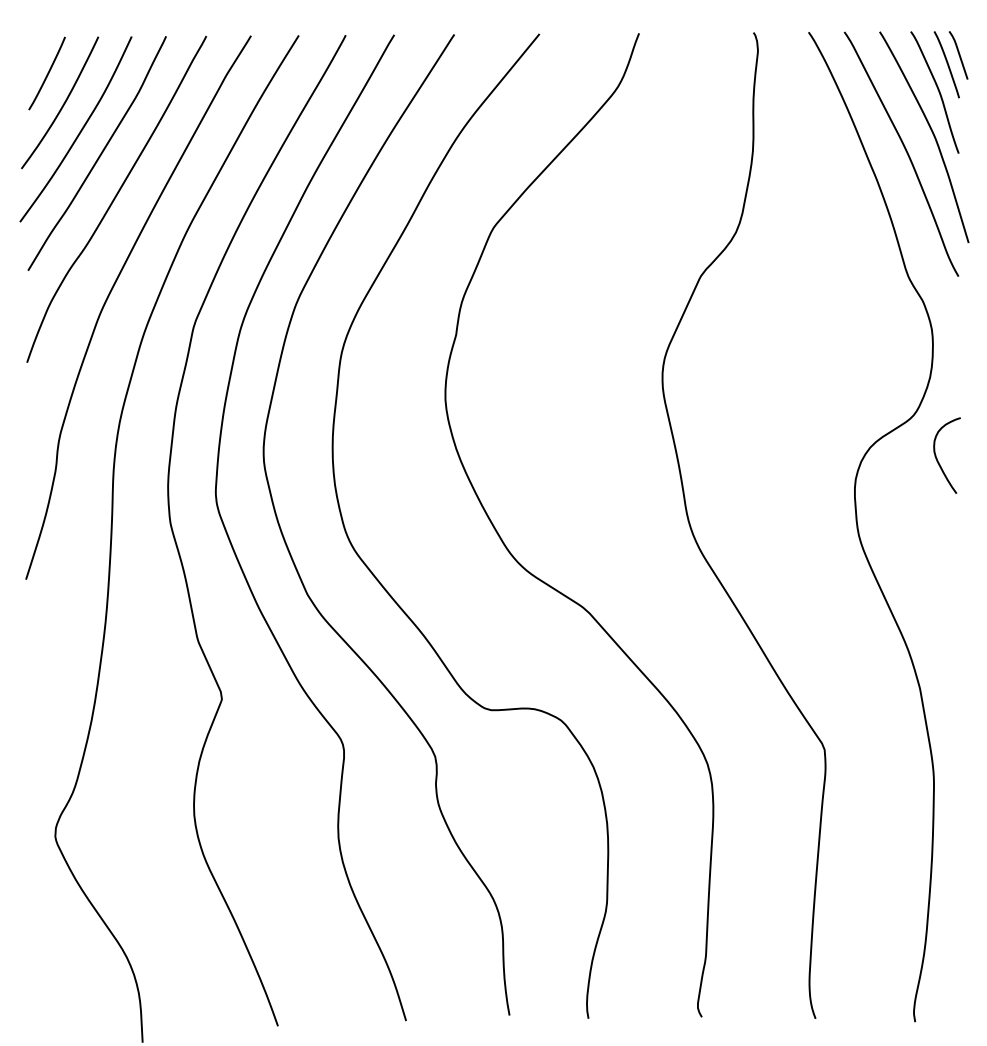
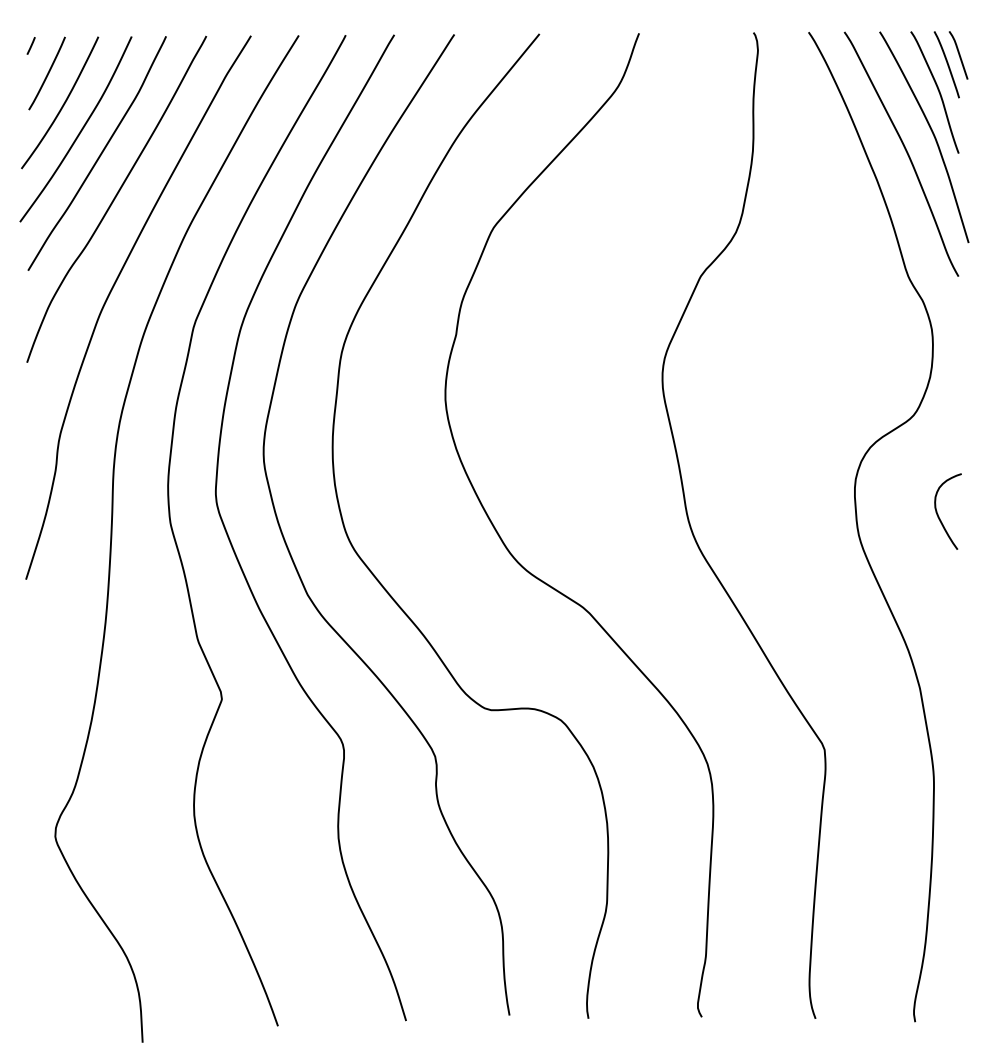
line at (30, 45): none -> present
curve at (938, 460) position: (938, 460) -> (939, 516)
